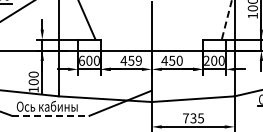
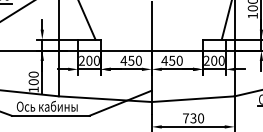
line at (226, 20): dashed -> solid
text at (81, 60): 600 -> 200
text at (138, 60): 459 -> 450
line at (50, 115): dashed -> solid
text at (200, 118): 735 -> 730
